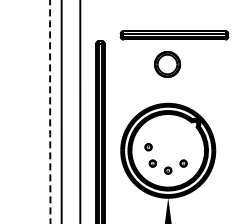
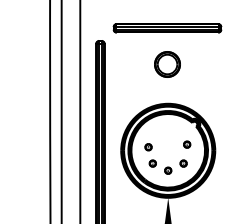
part at (174, 35) position: (174, 35) -> (167, 28)
line at (50, 111): dashed -> solid
part at (187, 144): none -> present
